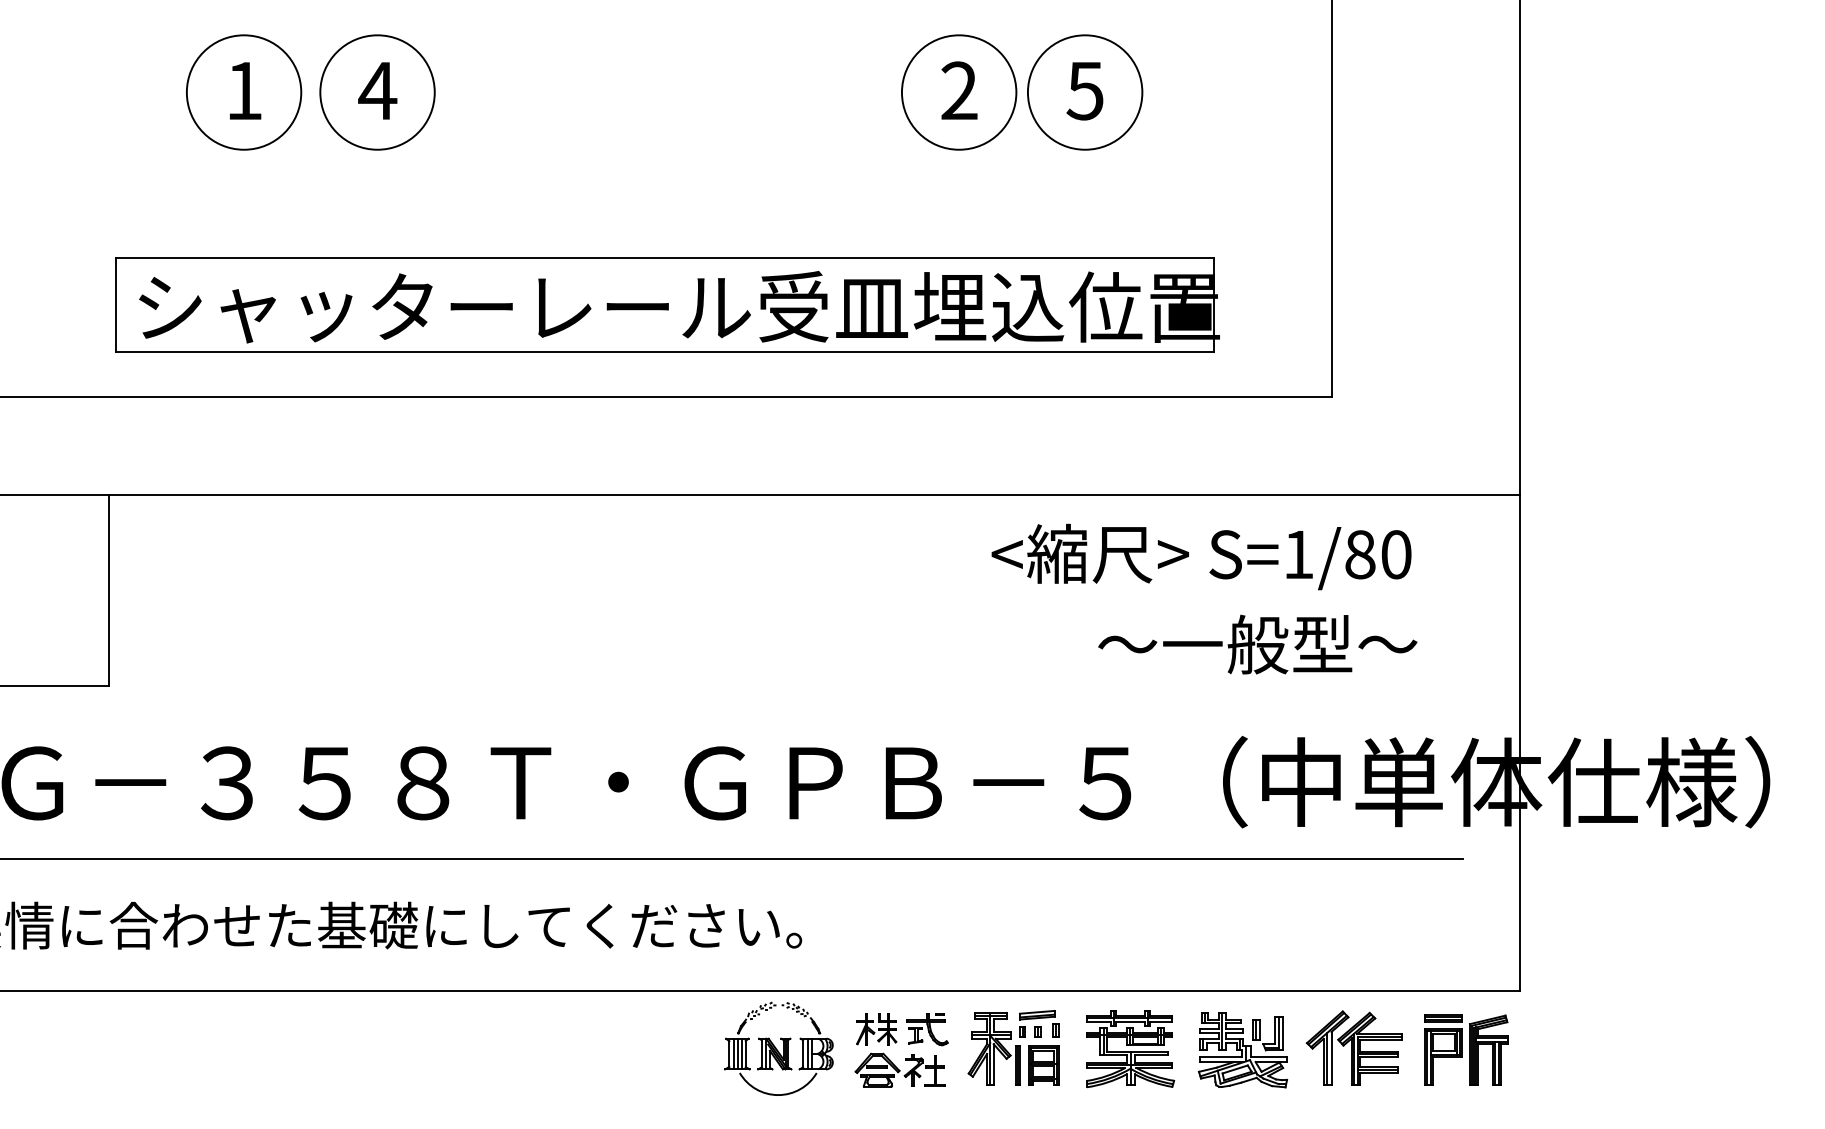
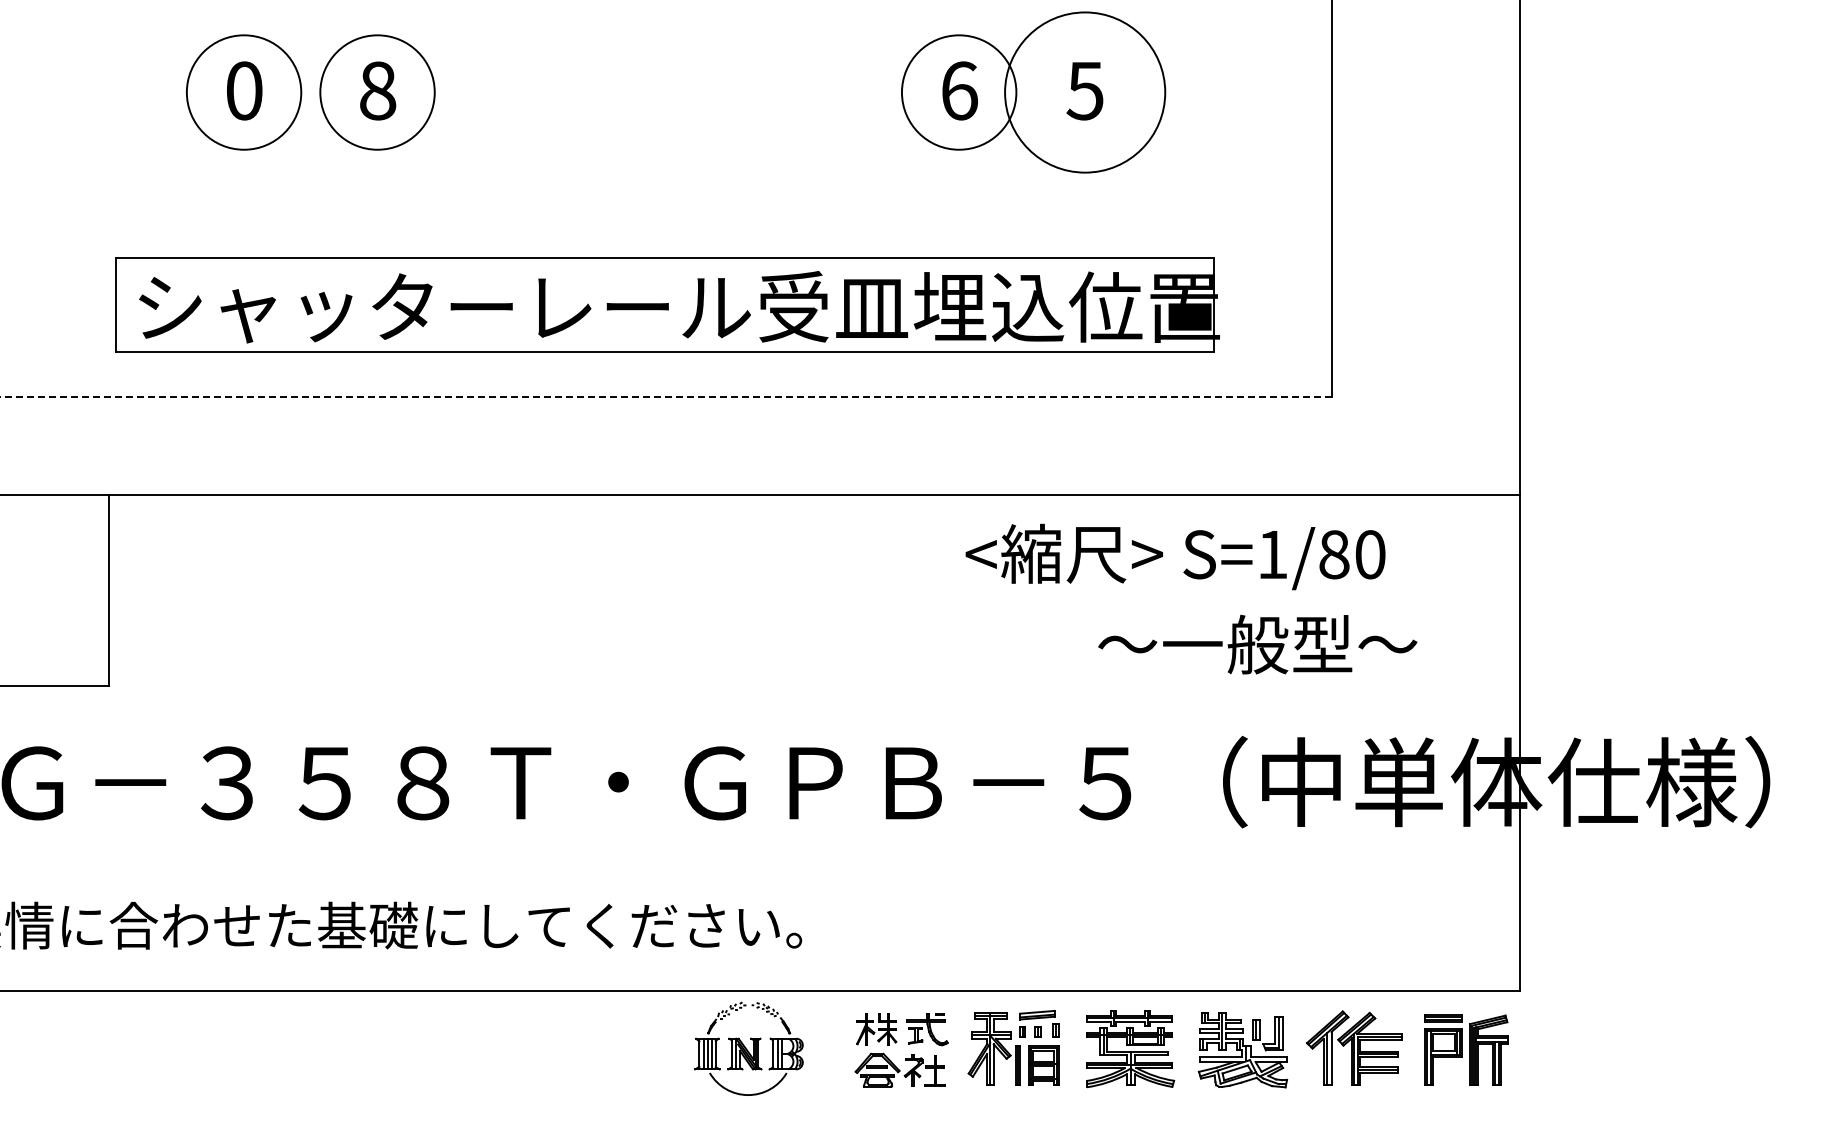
text at (244, 90): 1 -> 0
text at (377, 90): 4 -> 8
text at (959, 90): 2 -> 6
circle at (1084, 92) diameter: 114 px -> 160 px
line at (665, 396): solid -> dashed
text at (1201, 556) position: (1201, 556) -> (1175, 556)
line at (732, 859): present -> none
part at (778, 1048) position: (778, 1048) -> (748, 1048)
